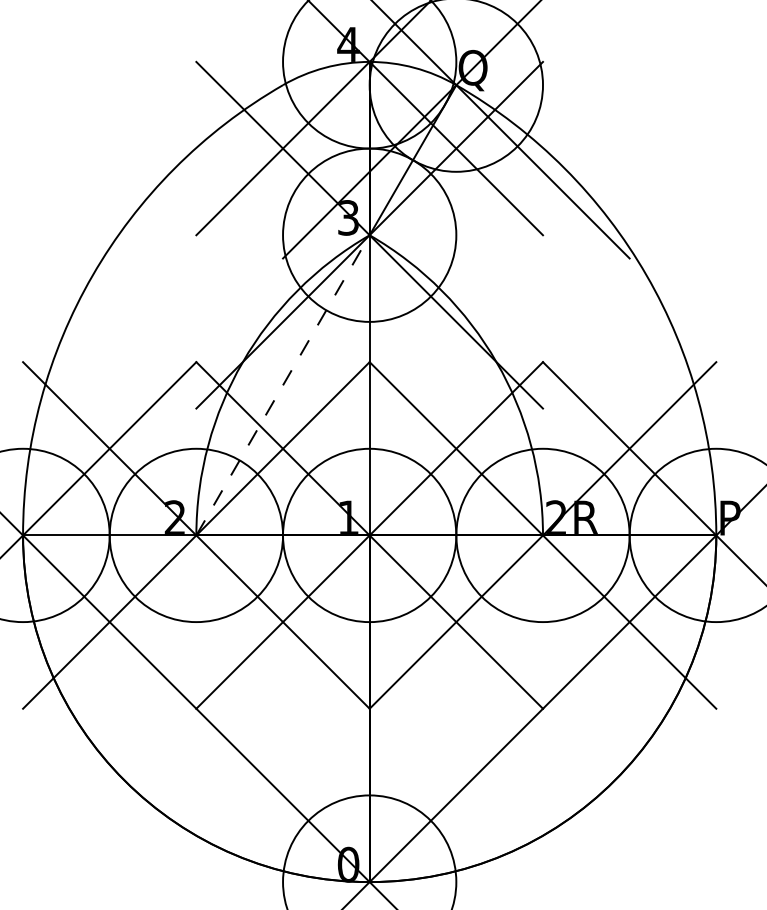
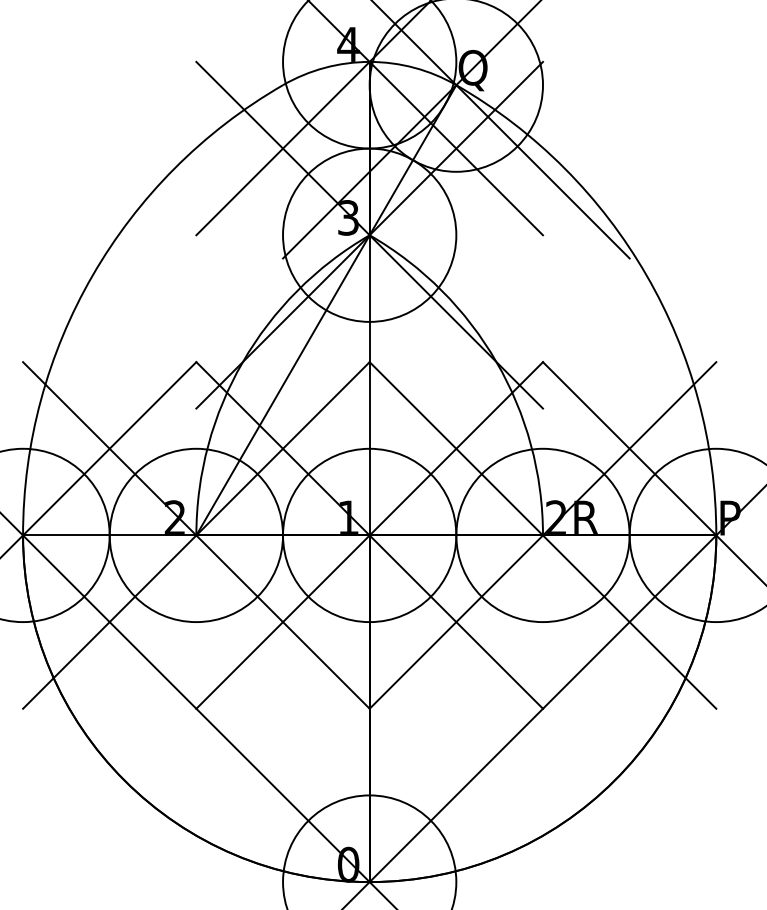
line at (283, 384): dashed -> solid
